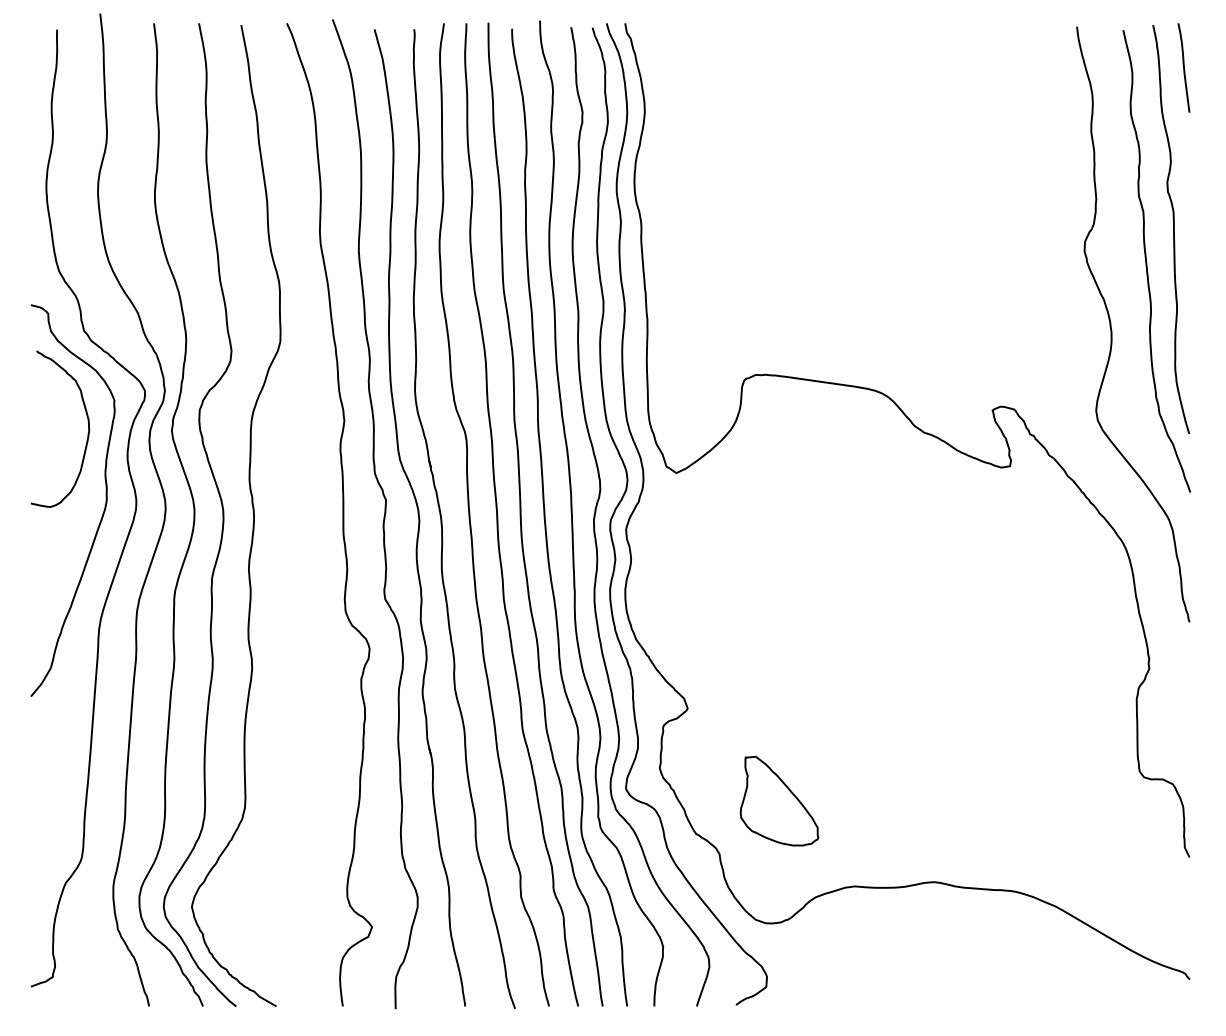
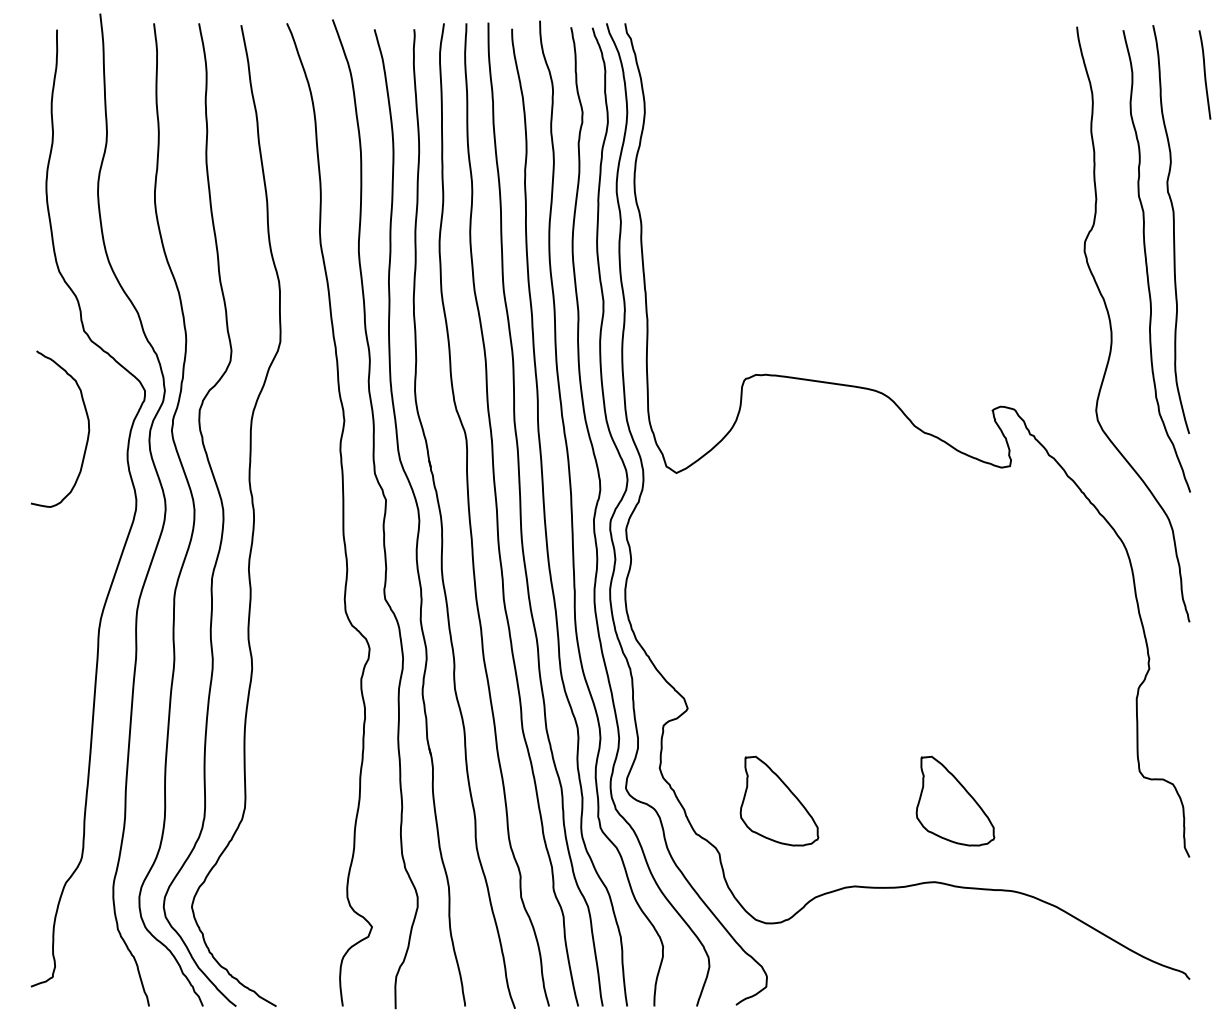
curve at (1183, 67) position: (1183, 67) -> (1204, 74)
curve at (104, 506): present -> none
part at (955, 800): none -> present
